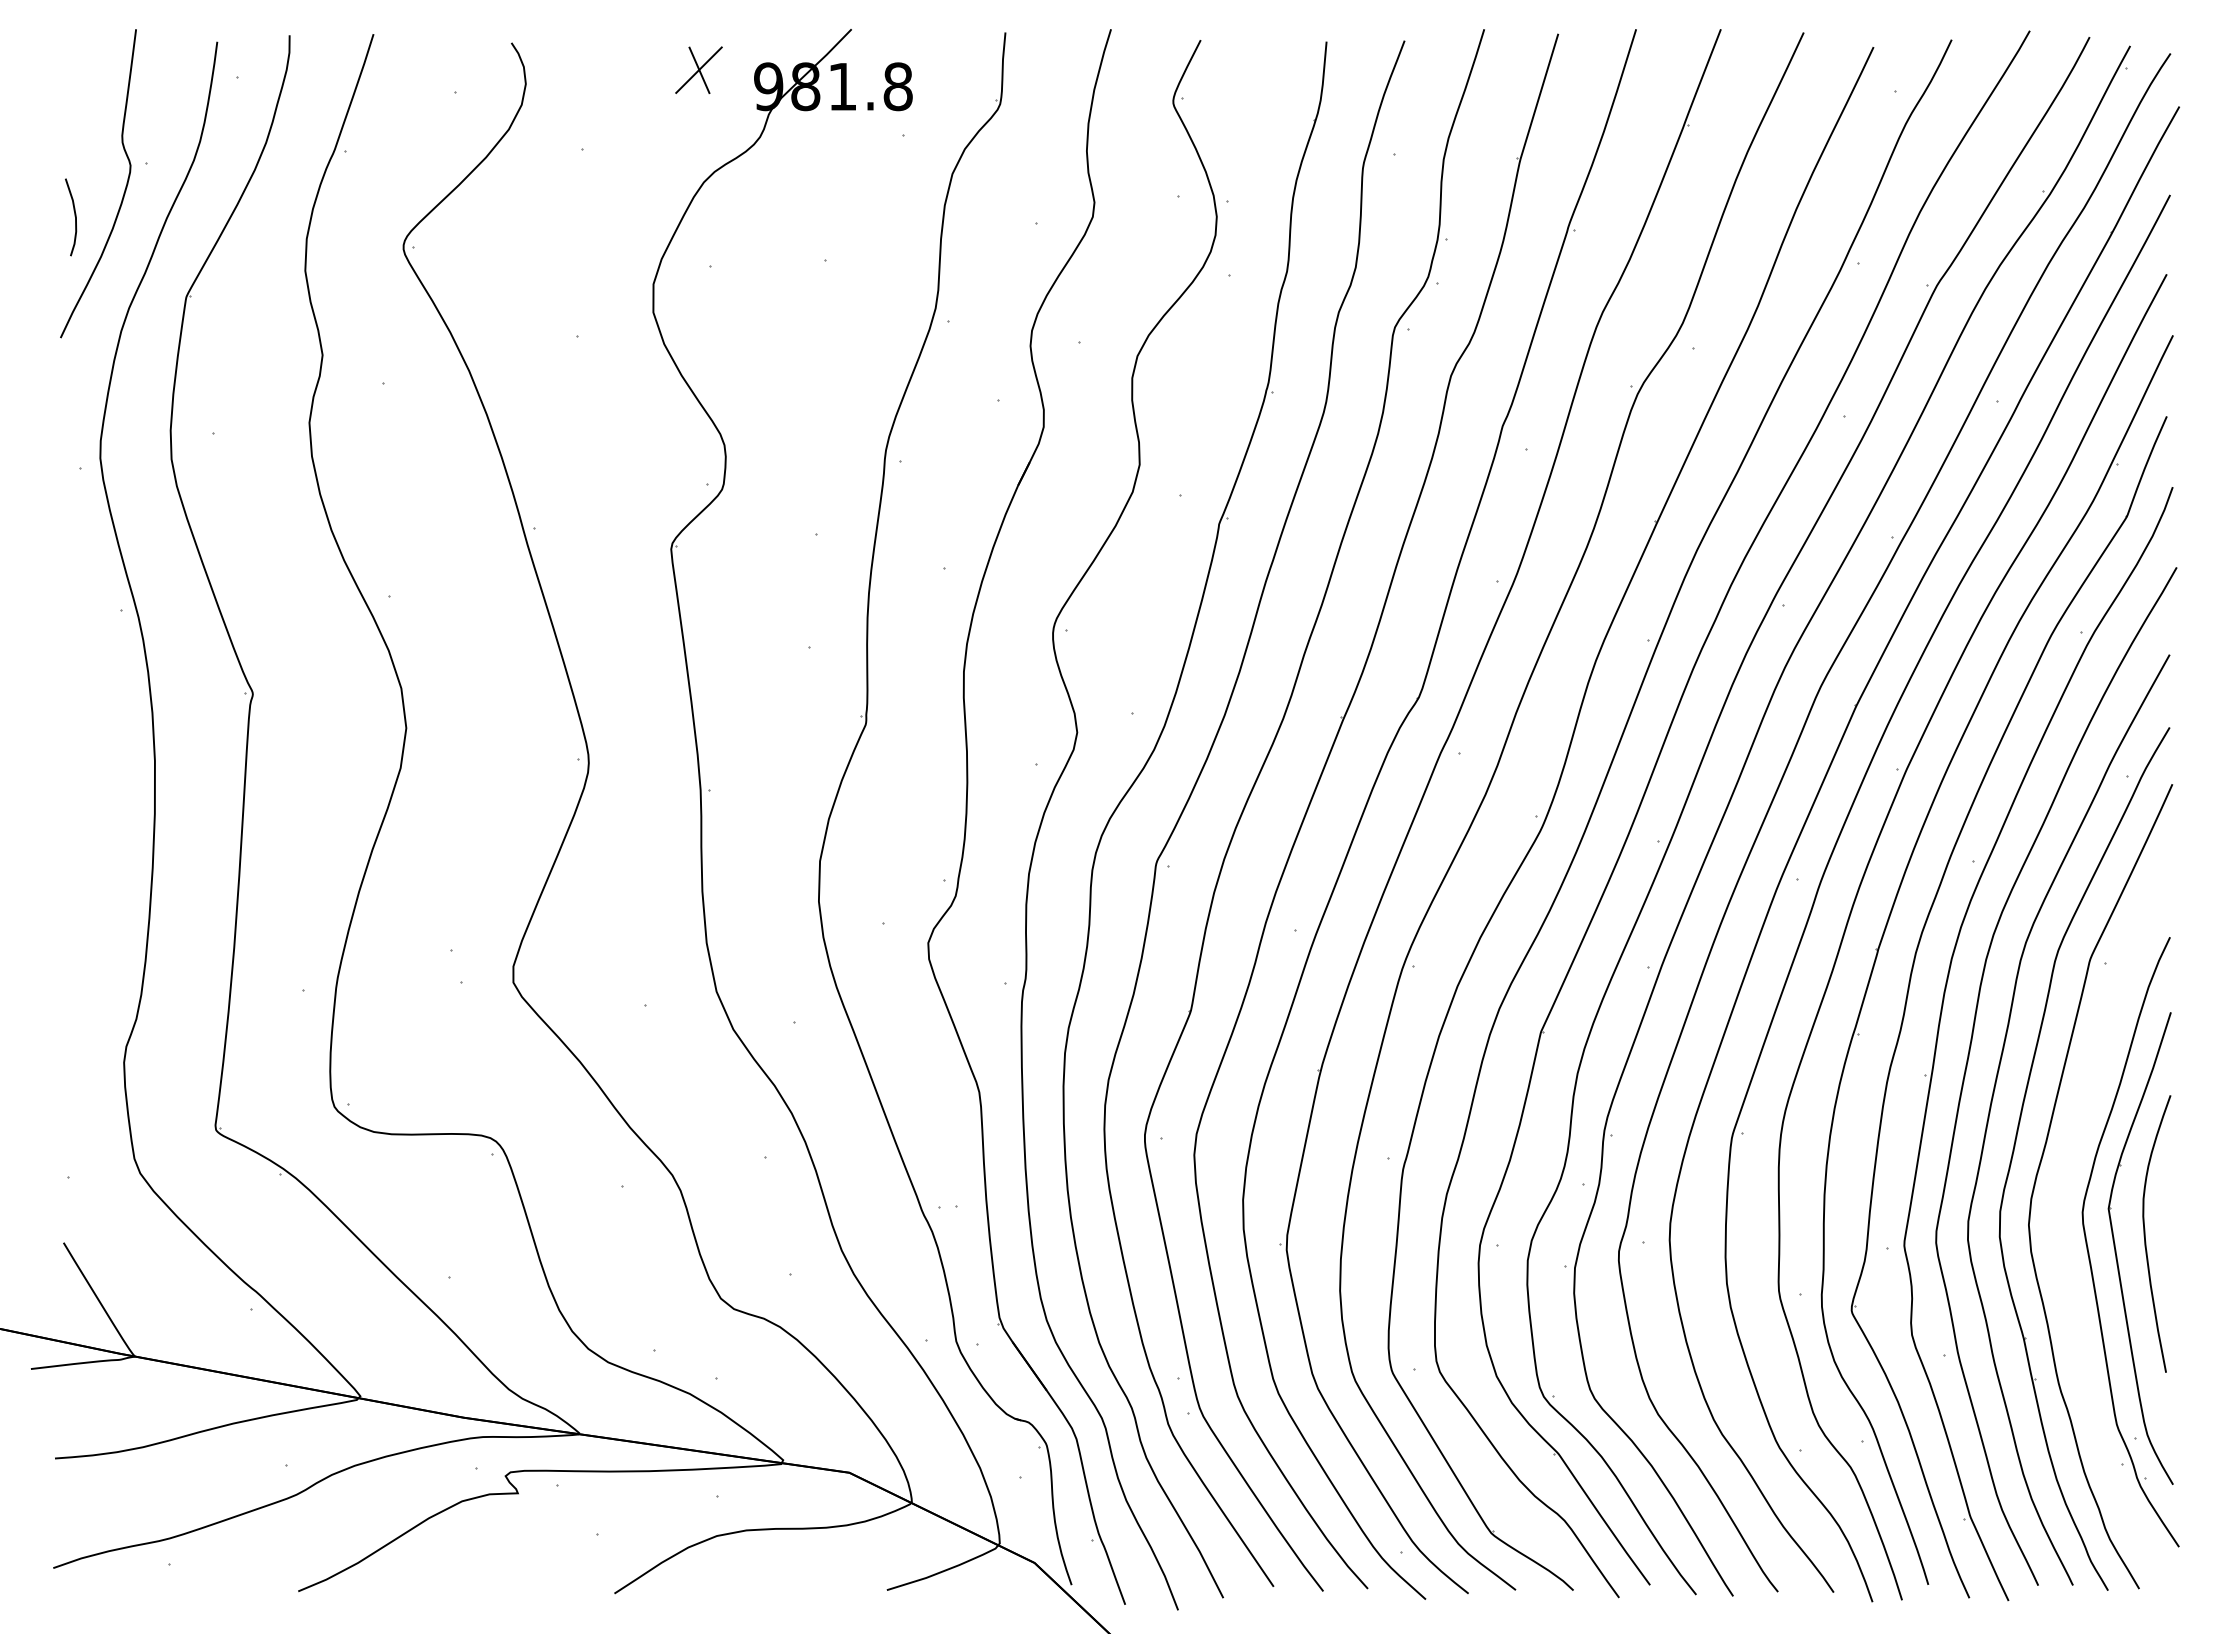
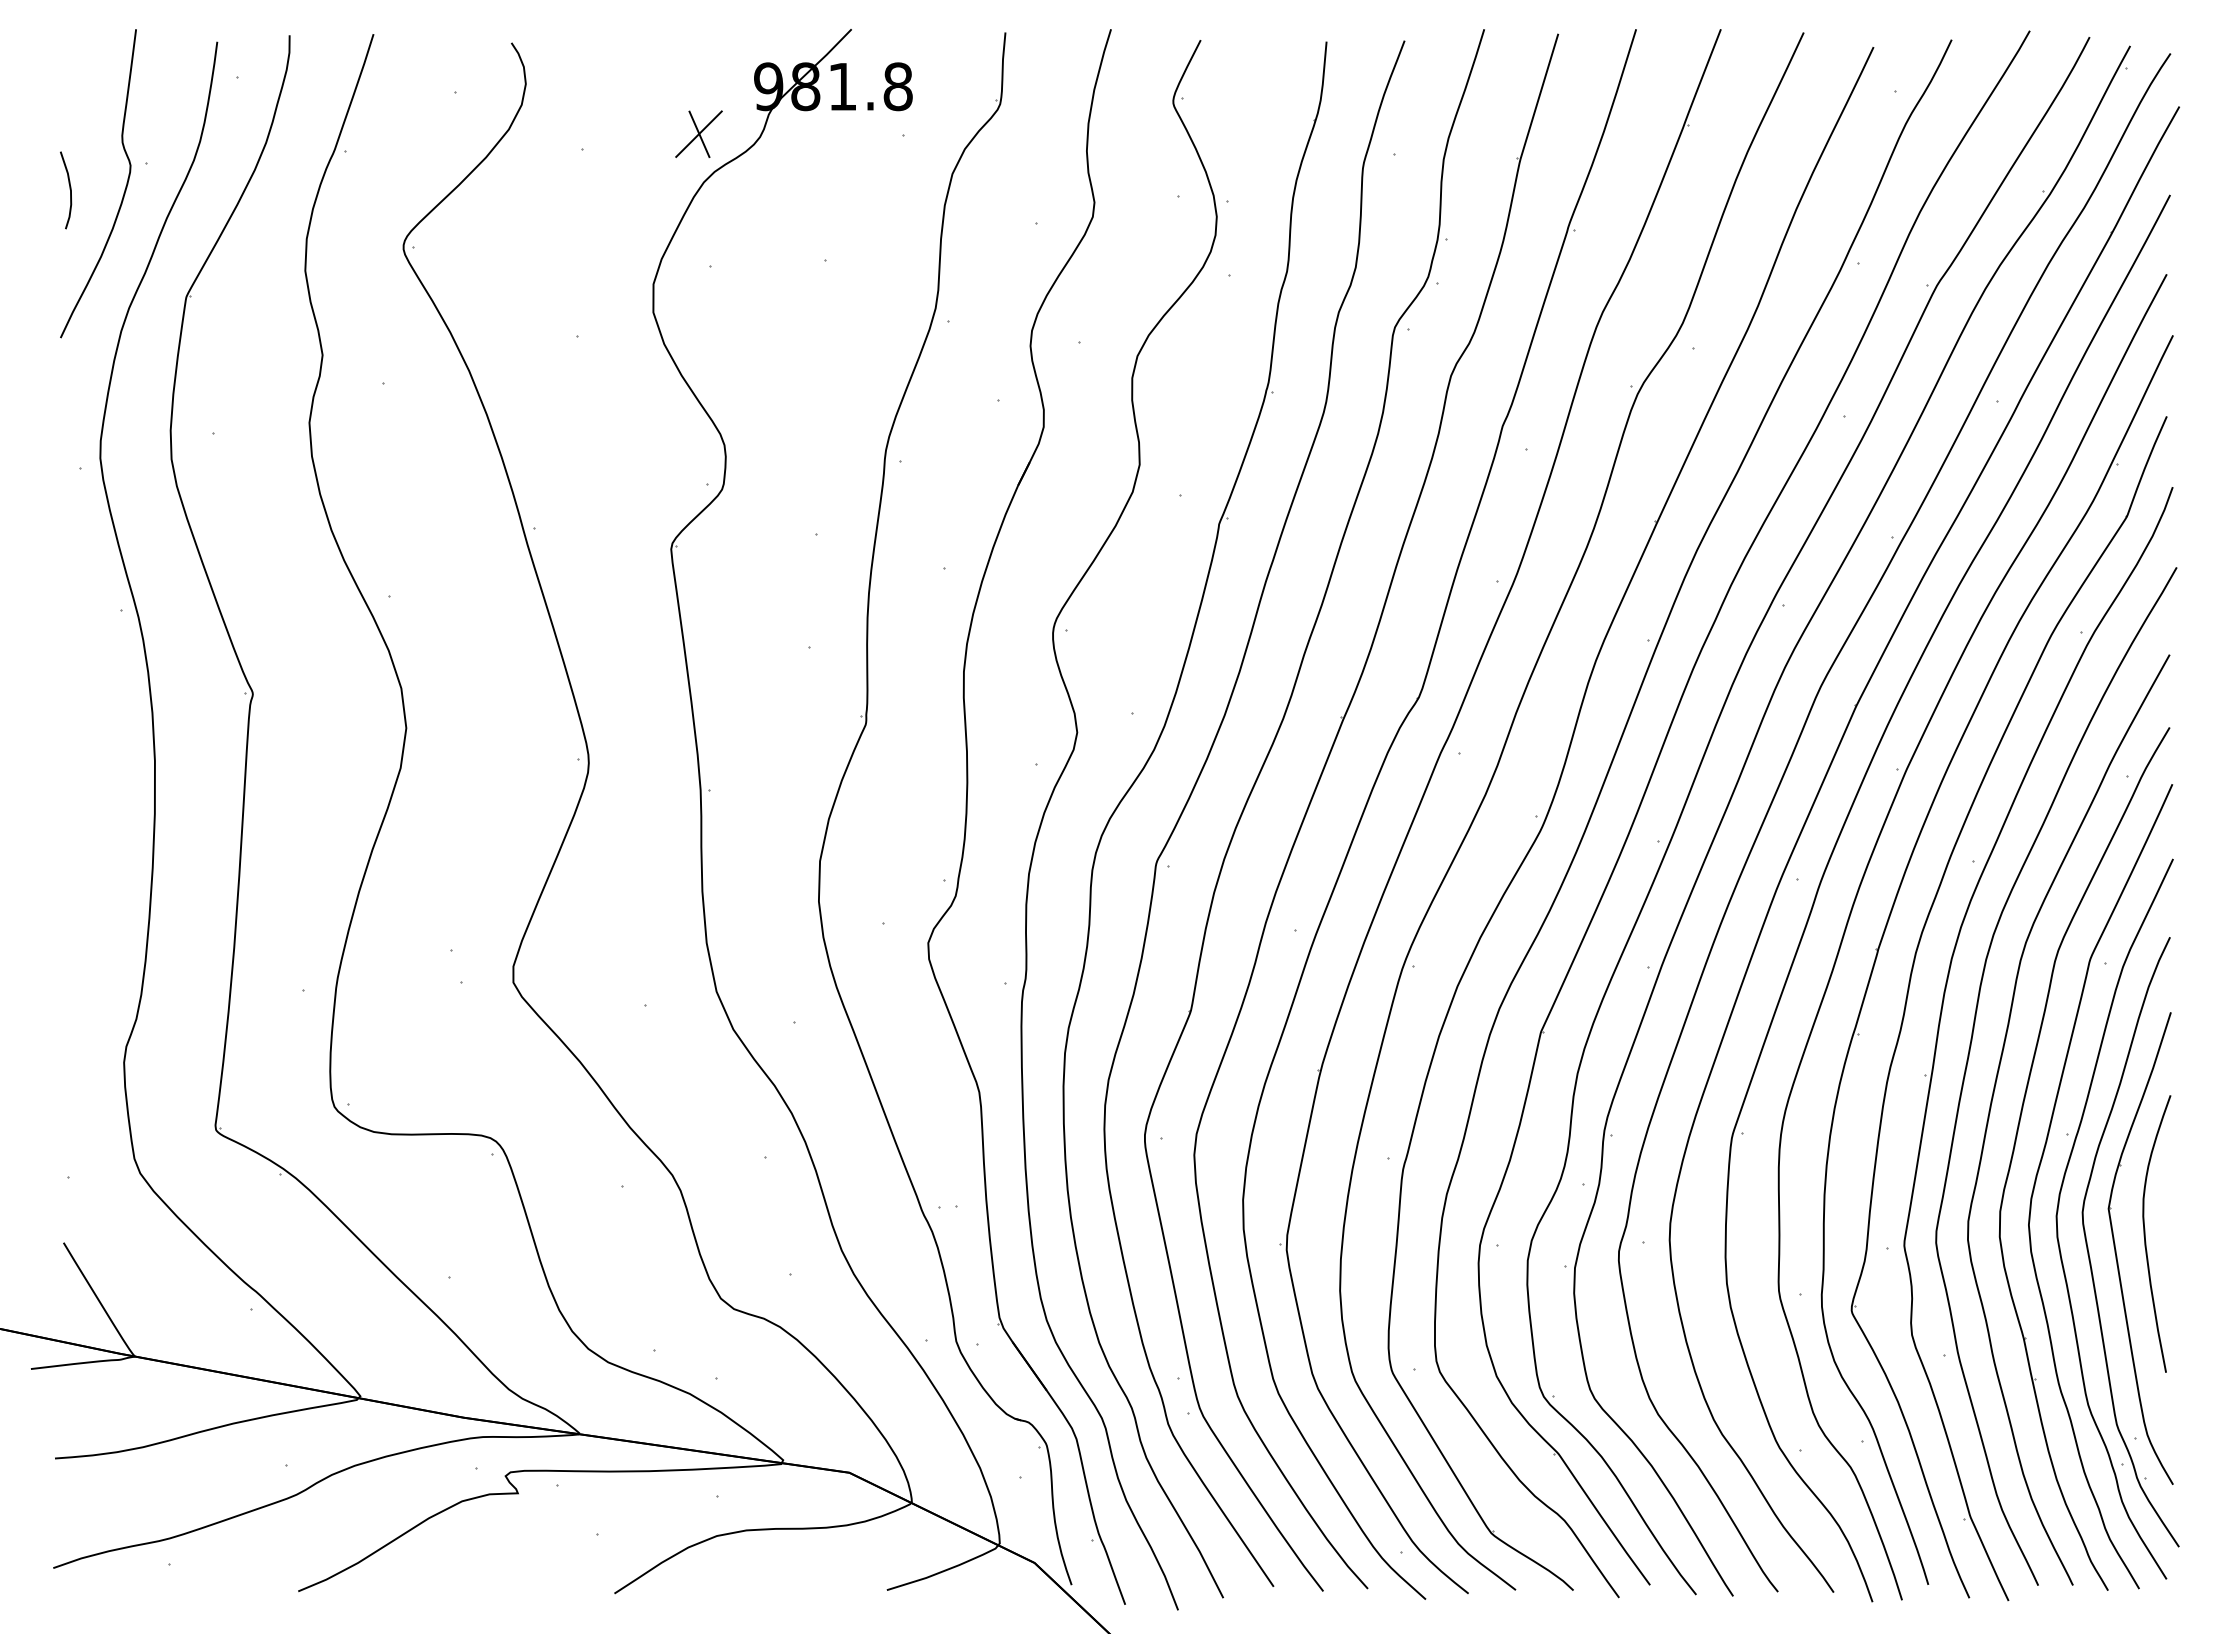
part at (698, 69) position: (698, 69) -> (698, 133)
curve at (74, 216) position: (74, 216) -> (69, 189)
part at (2058, 1211): none -> present
